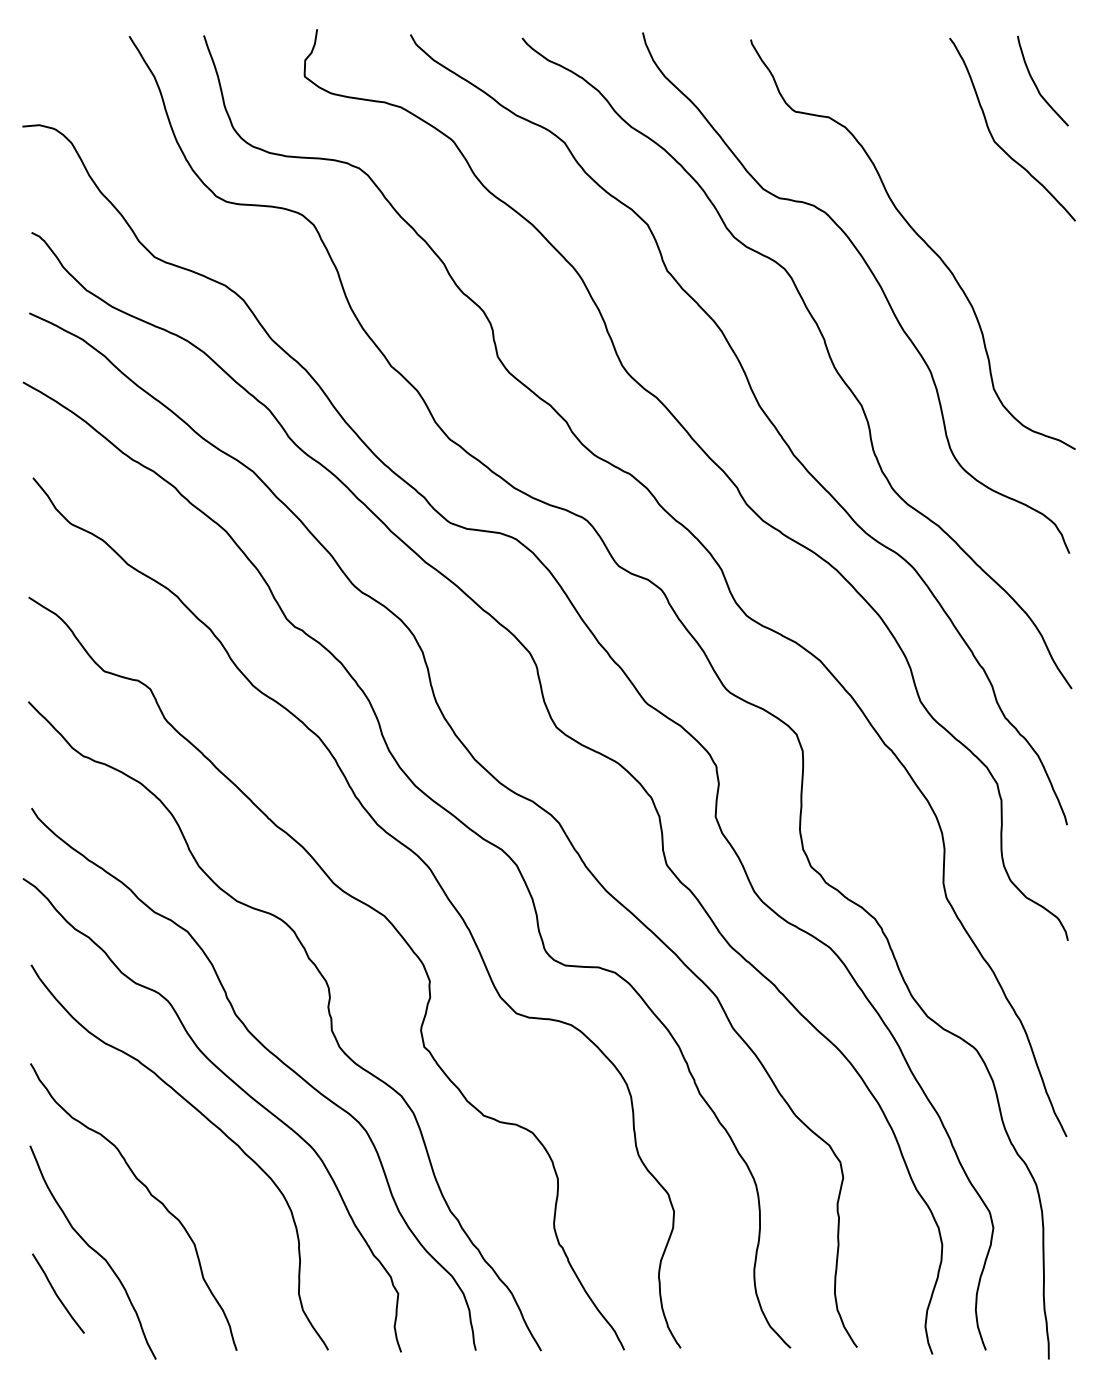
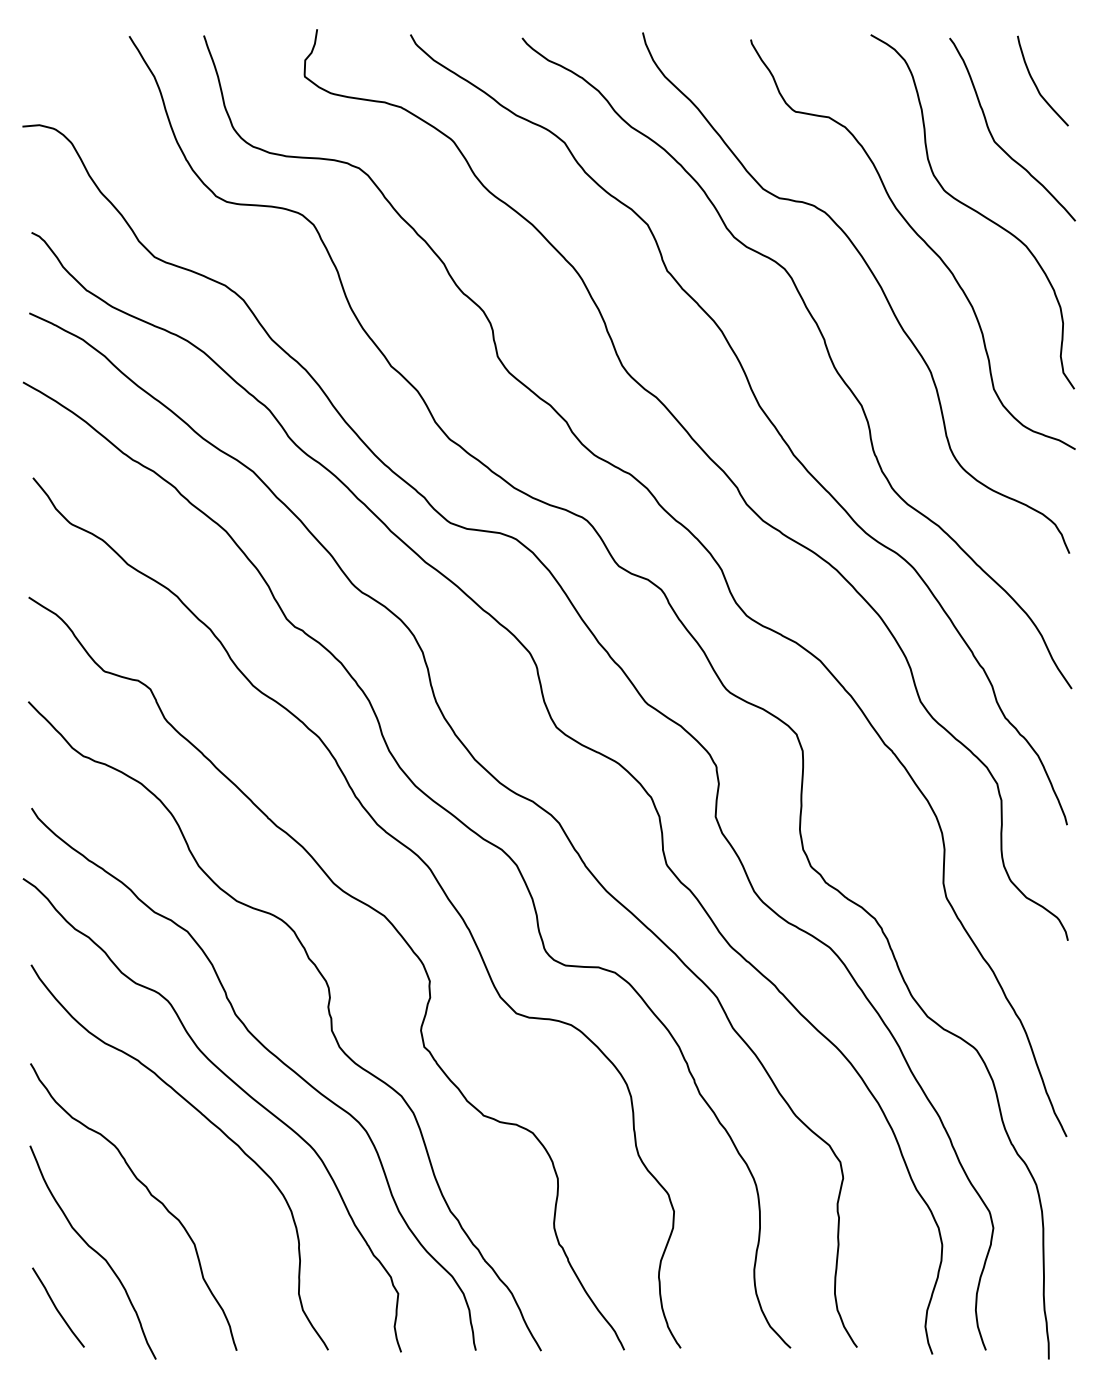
curve at (972, 210): none -> present
curve at (57, 1294) position: (57, 1294) -> (57, 1308)
